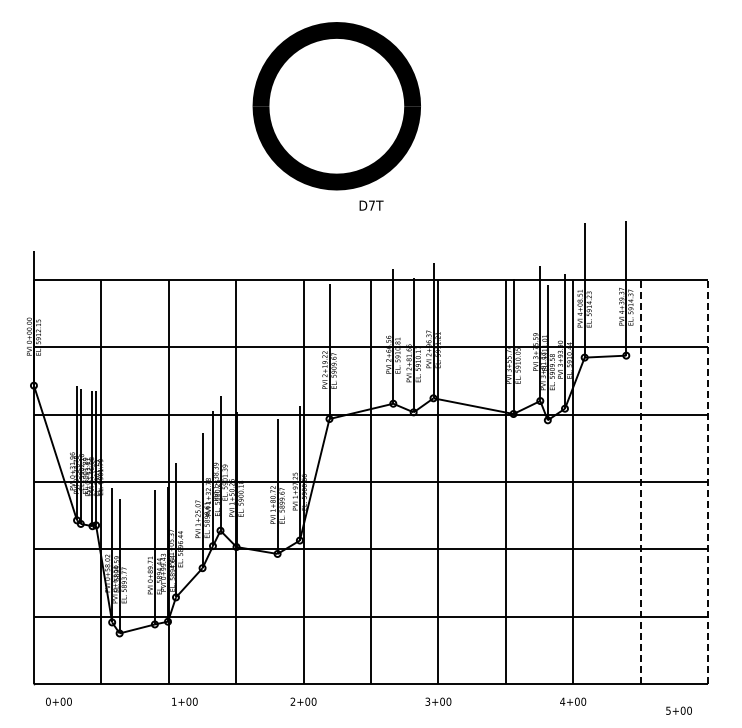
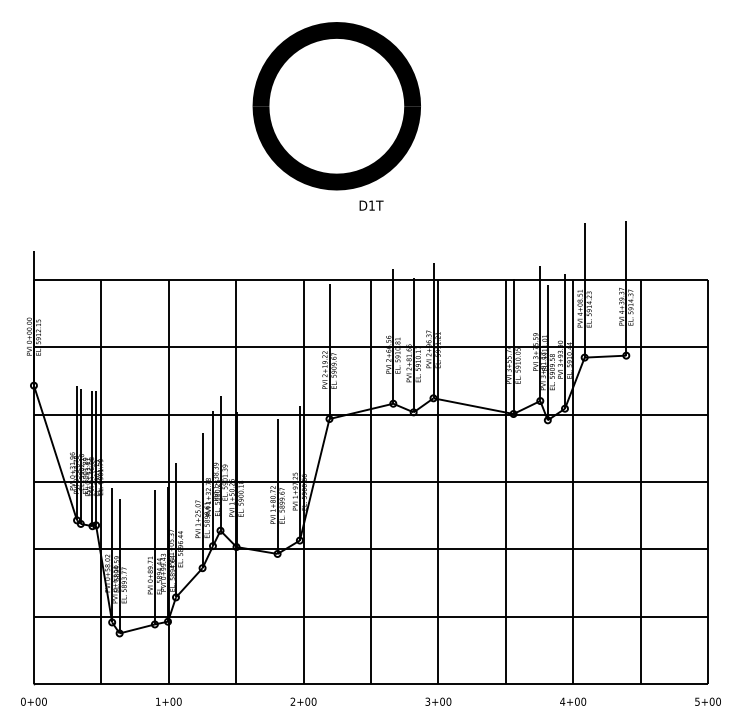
text at (371, 205): D7T -> D1T
line at (640, 481): dashed -> solid
line at (708, 481): dashed -> solid
text at (58, 701) position: (58, 701) -> (33, 701)
text at (184, 701) position: (184, 701) -> (168, 701)
text at (678, 710) position: (678, 710) -> (707, 701)
